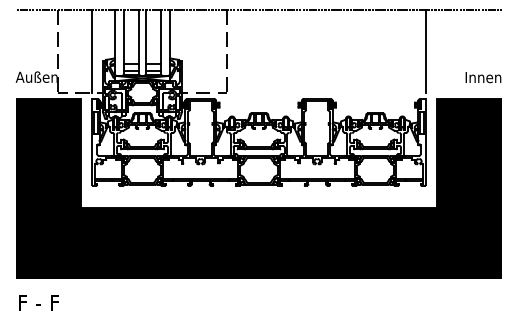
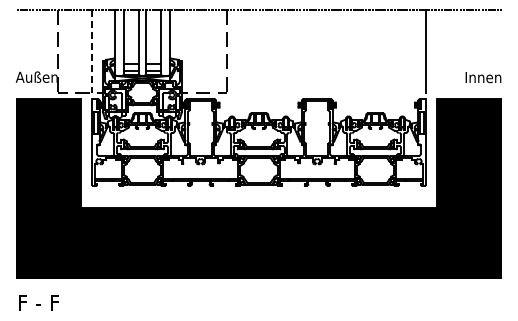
line at (92, 51): solid -> dashed
